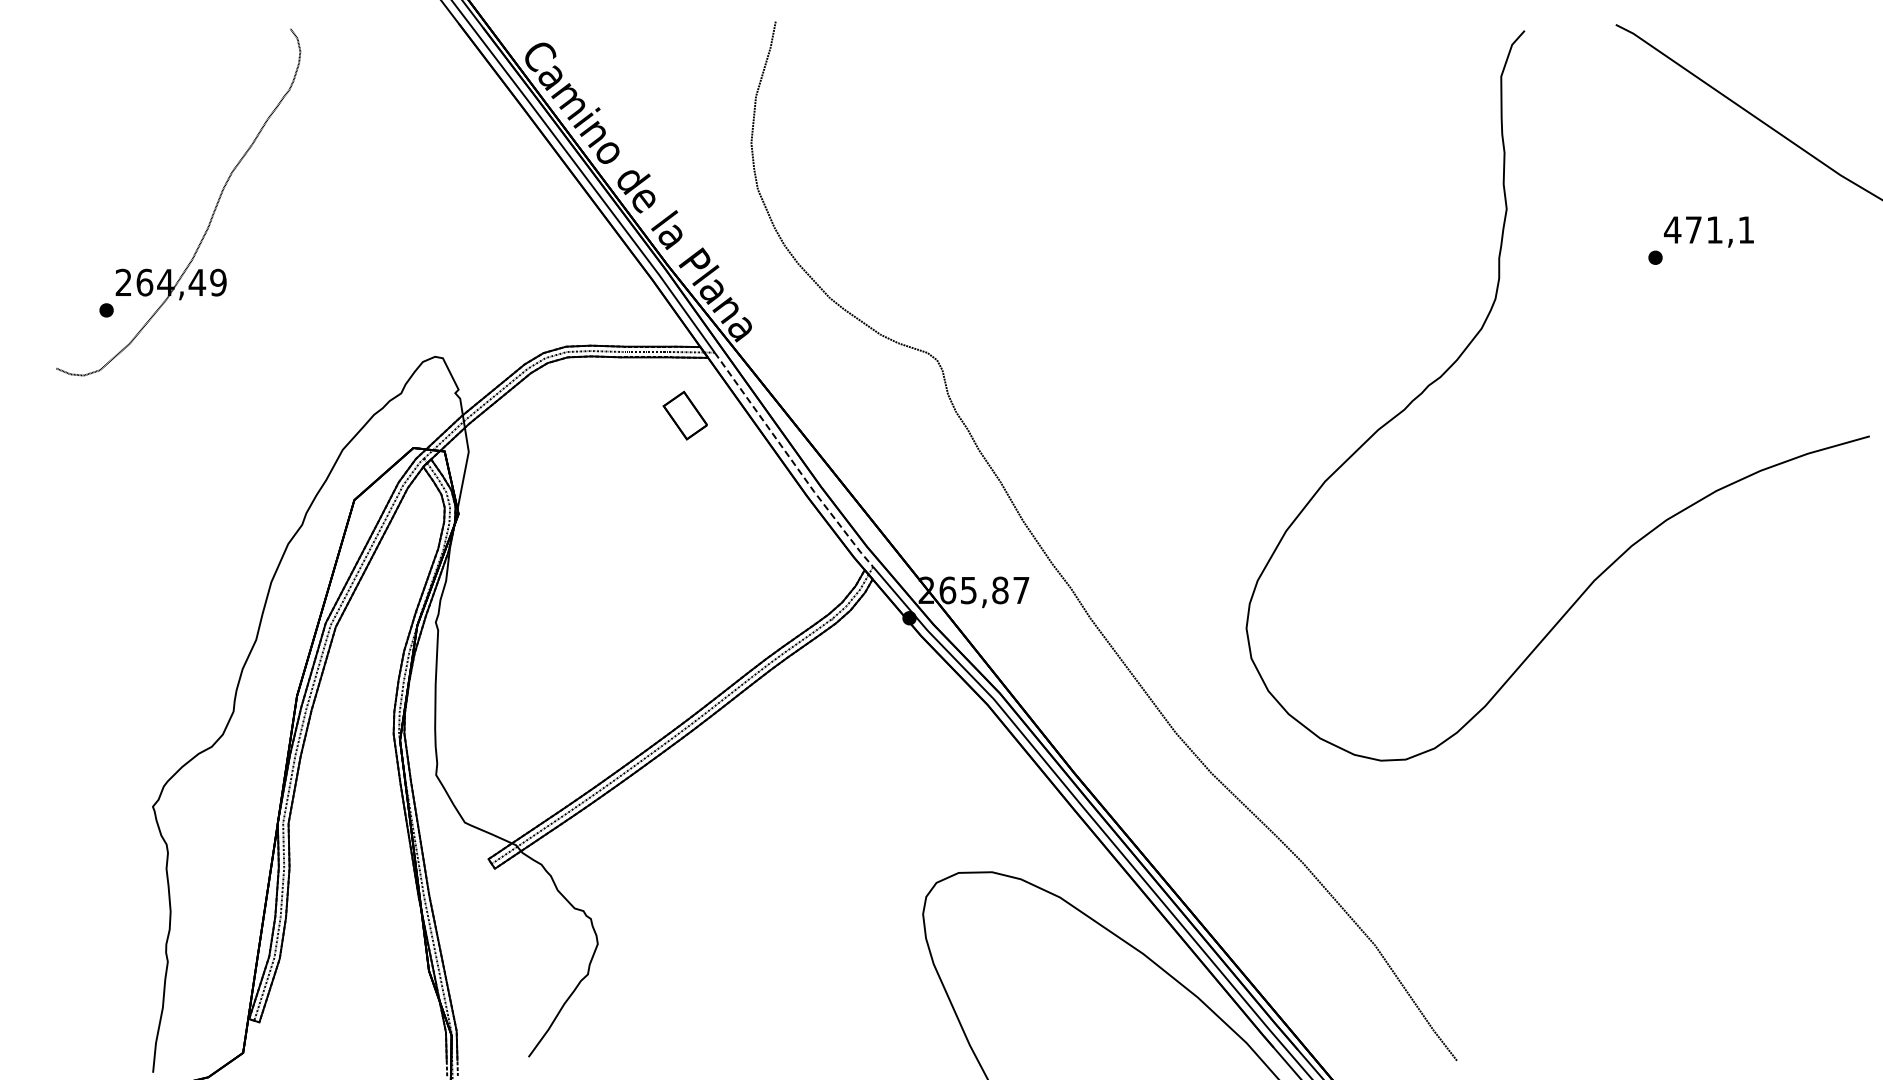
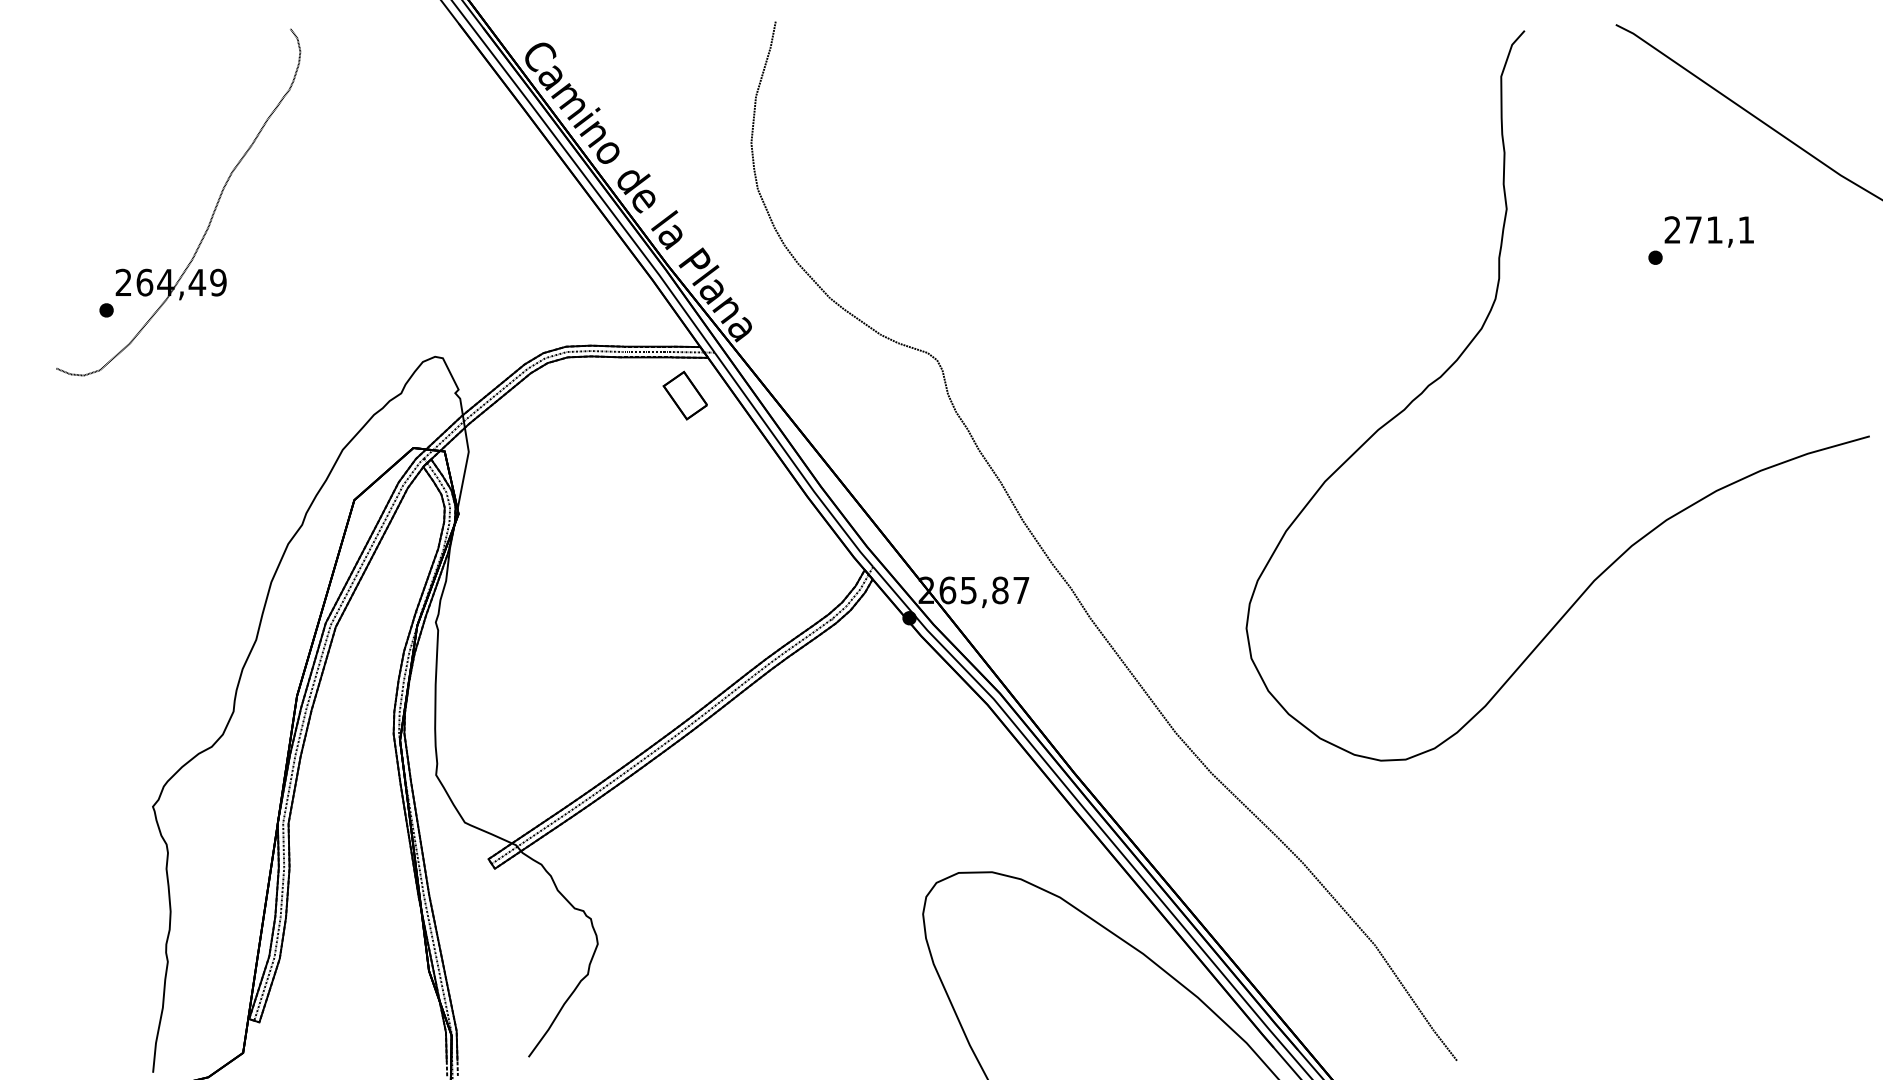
text at (1672, 229): 471,1 -> 271,1
part at (684, 415) position: (684, 415) -> (684, 395)
line at (792, 461): dashed -> solid
